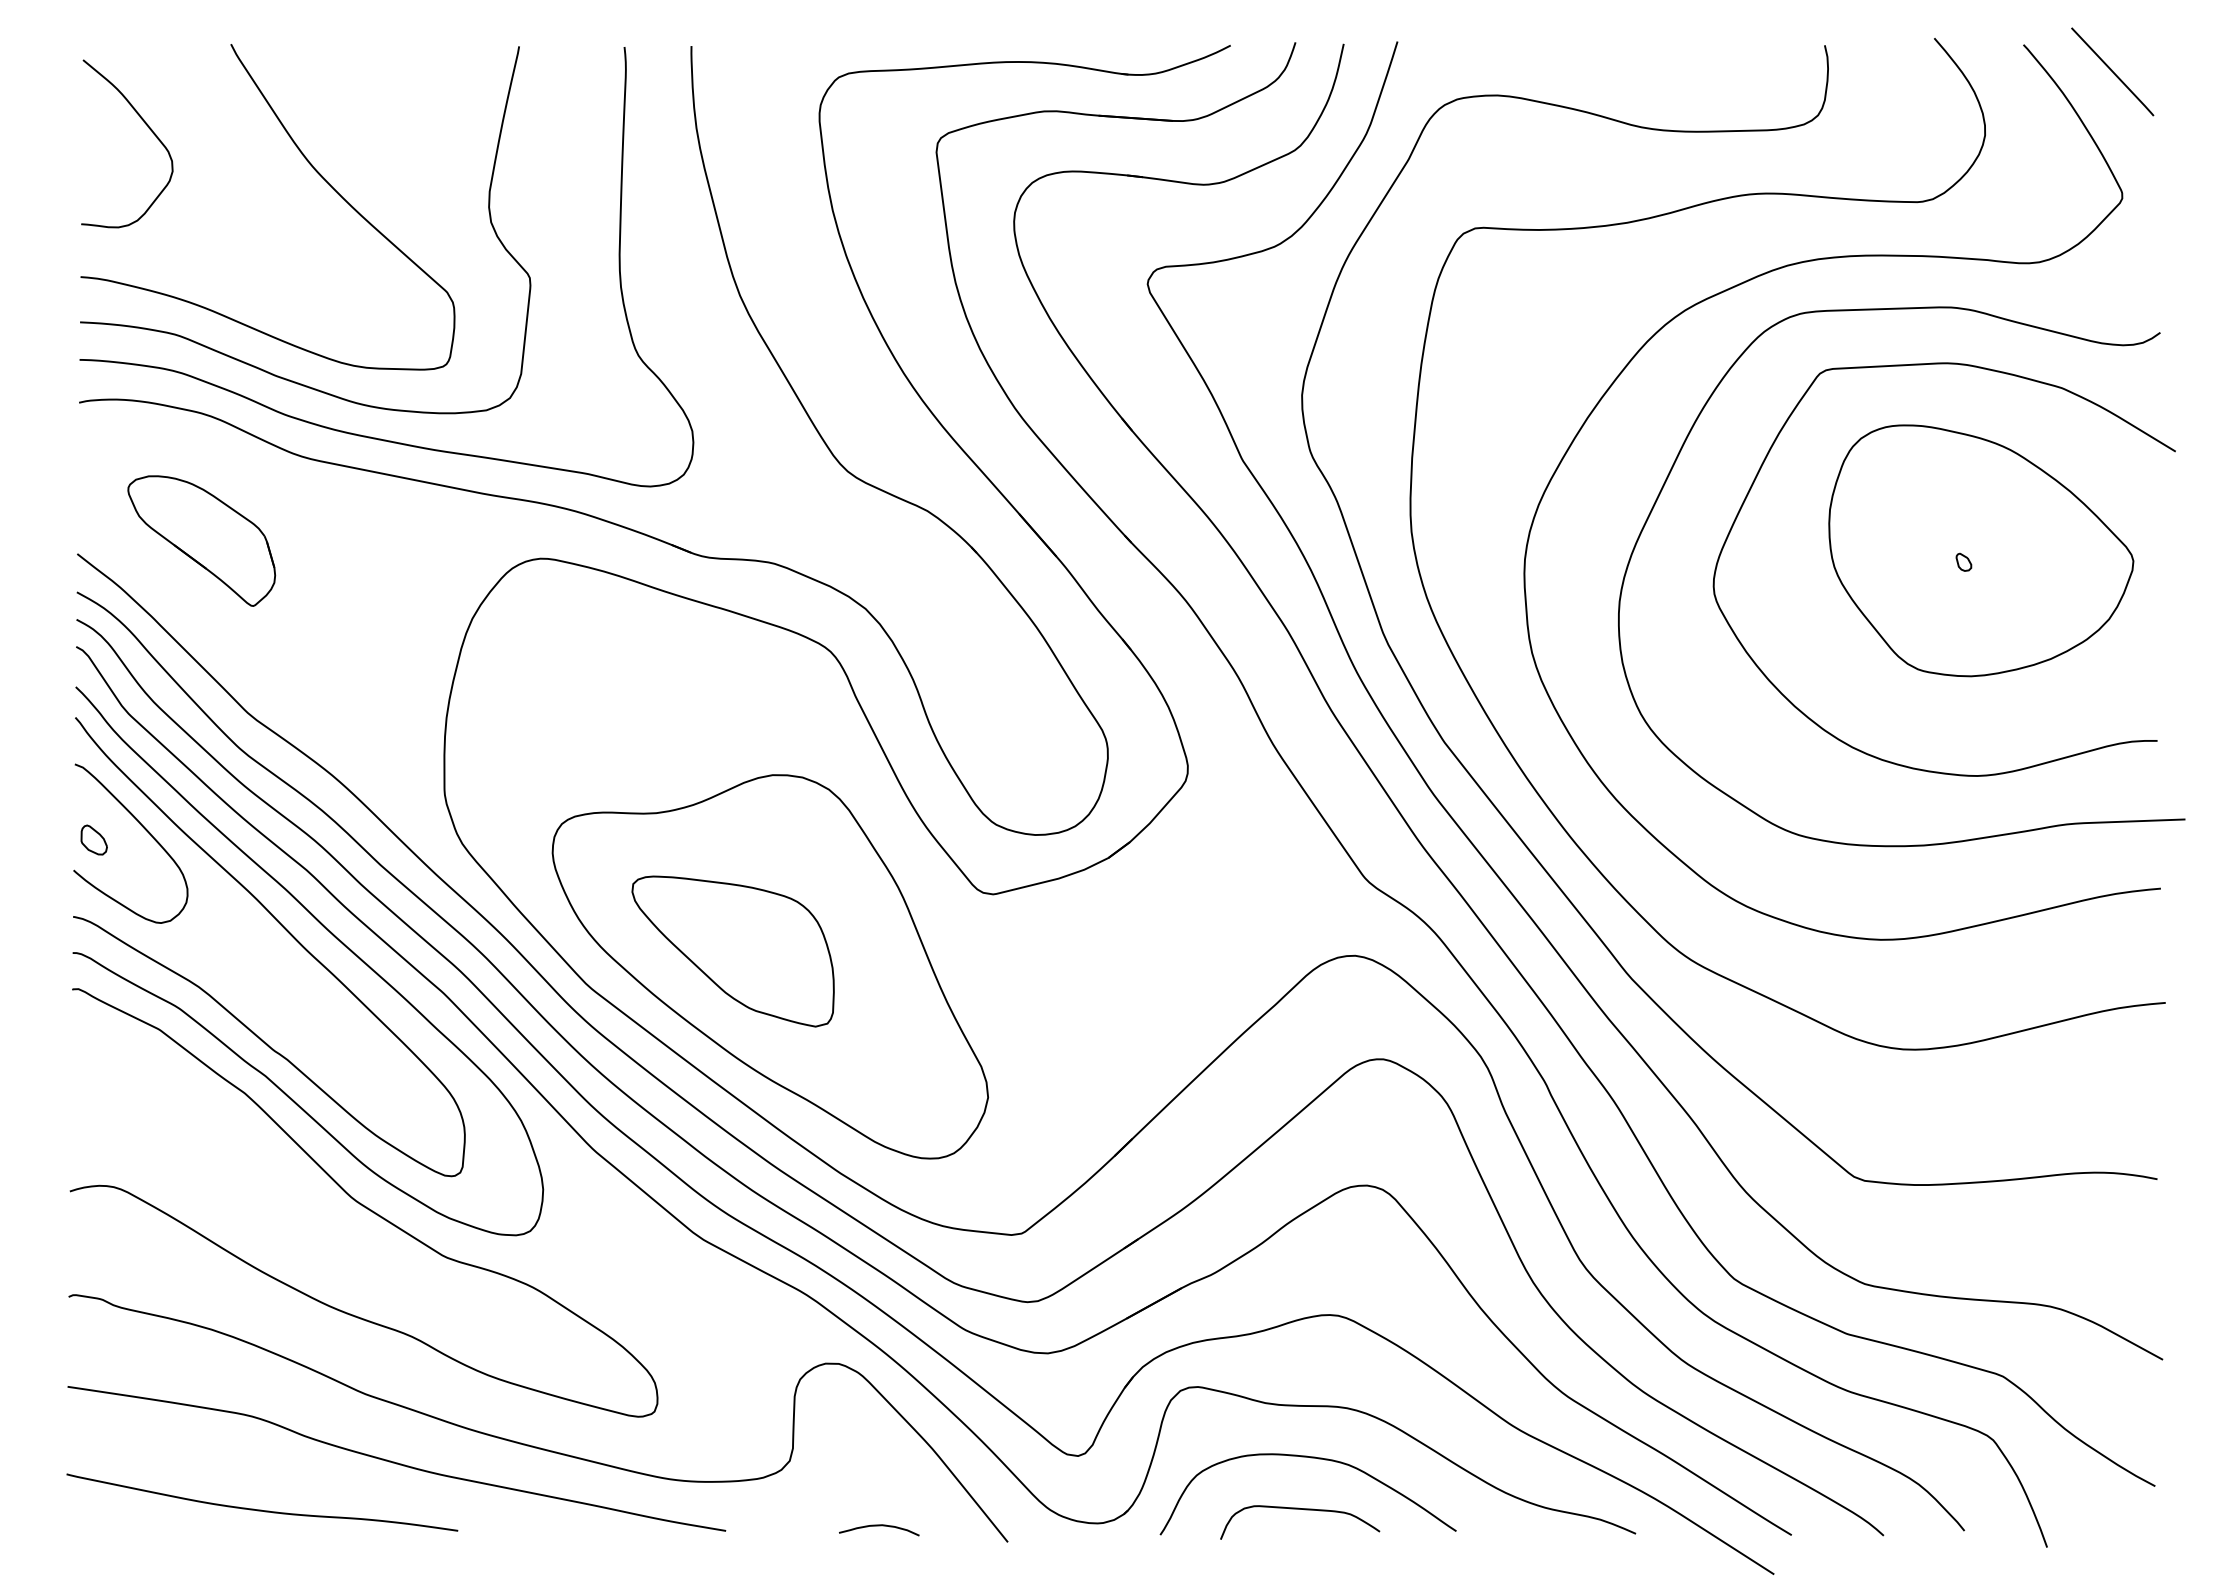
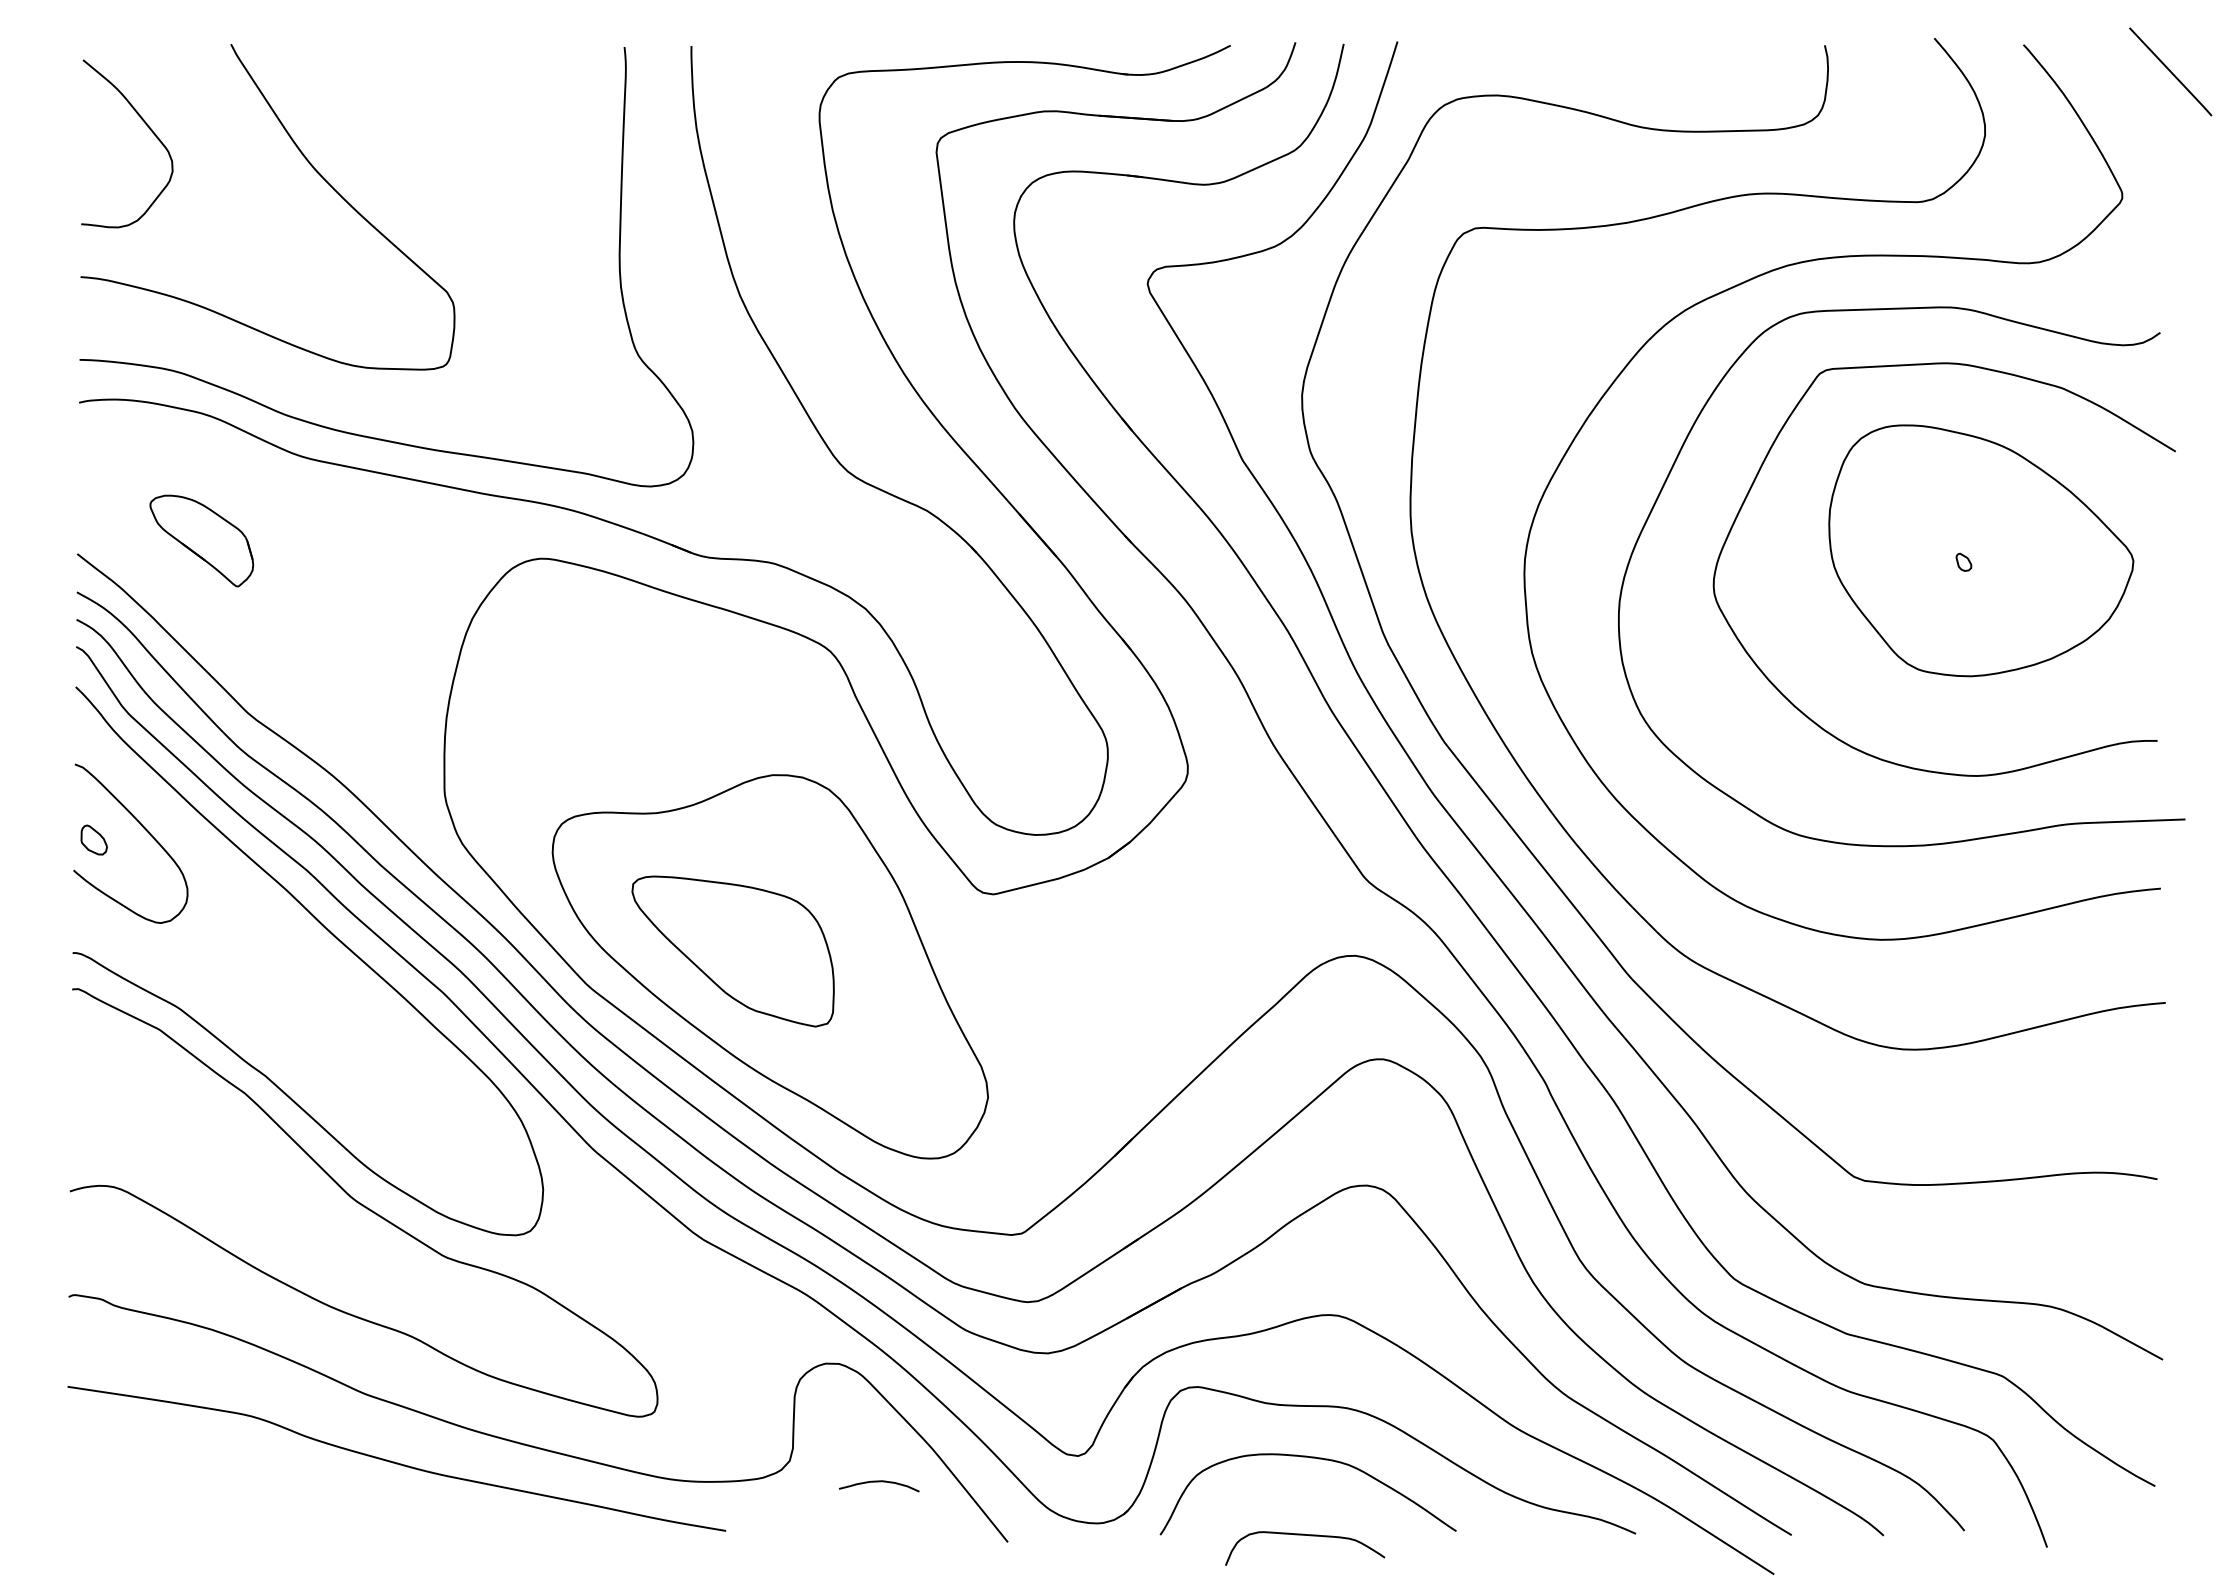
line at (2112, 71) position: (2112, 71) -> (2170, 71)
curve at (247, 362): present -> none
part at (201, 540) size: 150x132 px -> 106x94 px
curve at (285, 930): present -> none
curve at (261, 1509): present -> none
curve at (1304, 1510) position: (1304, 1510) -> (1309, 1536)
curve at (879, 1526) position: (879, 1526) -> (879, 1482)
